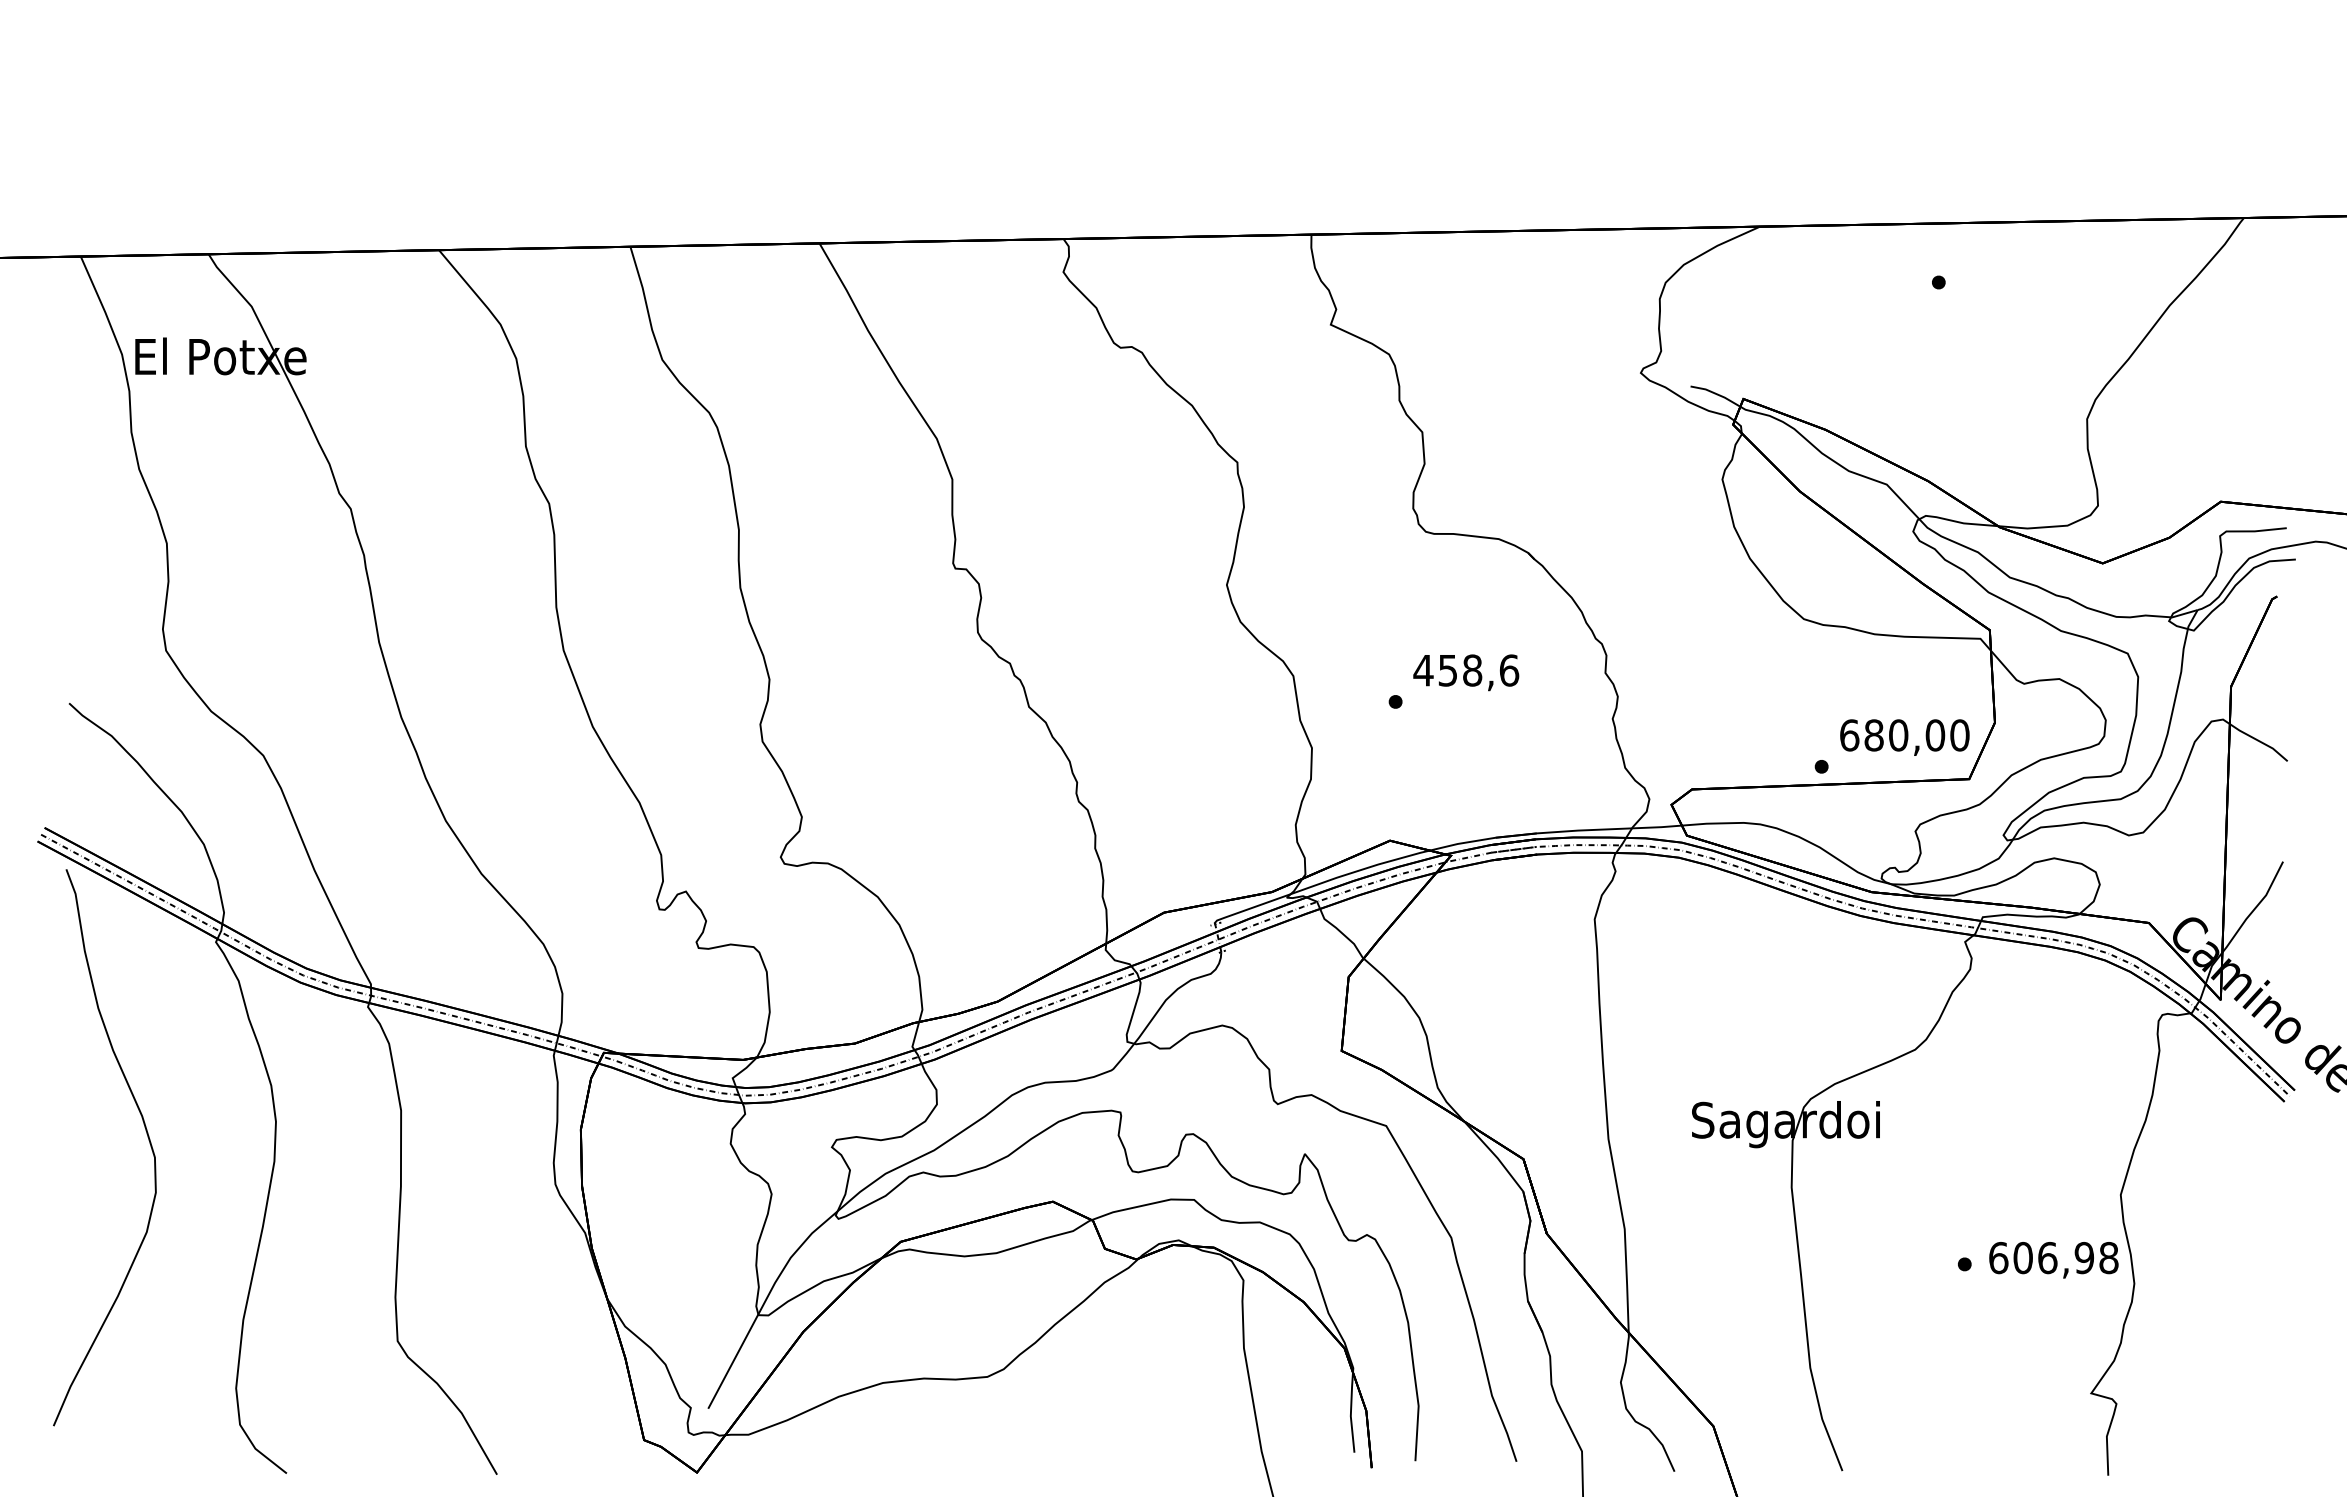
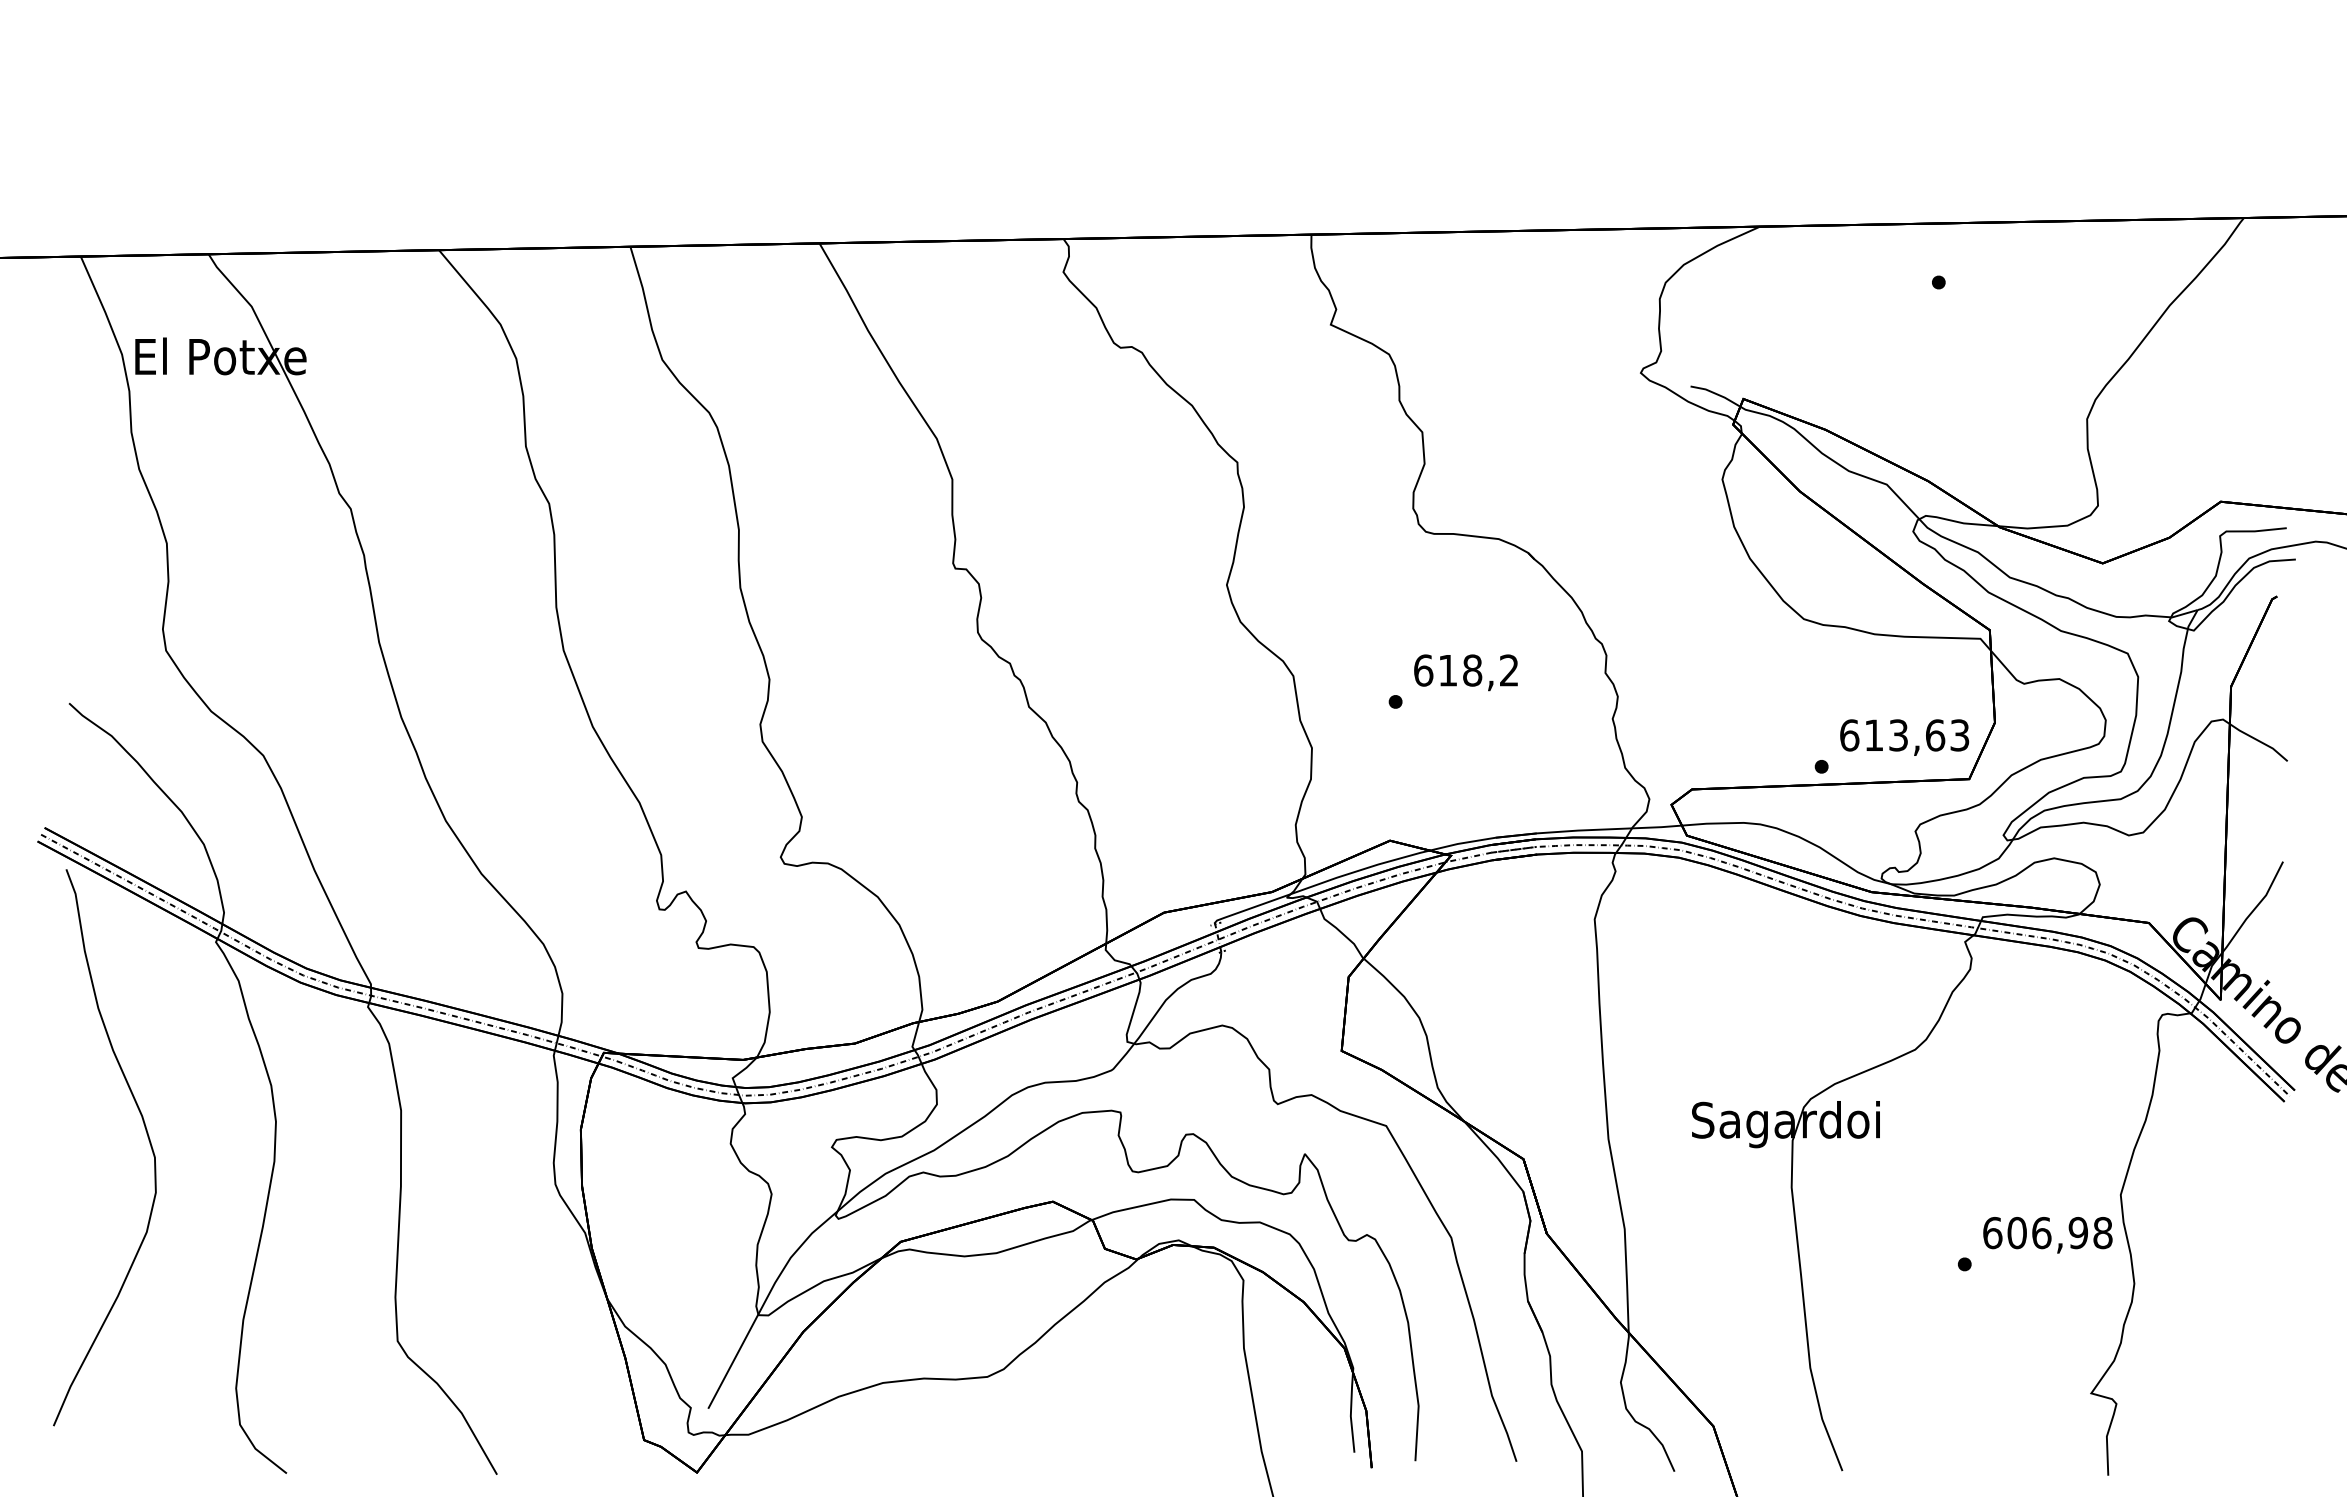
text at (1466, 670): 458,6 -> 618,2
text at (1916, 735): 680,00 -> 613,63
text at (2053, 1260) position: (2053, 1260) -> (2047, 1235)
